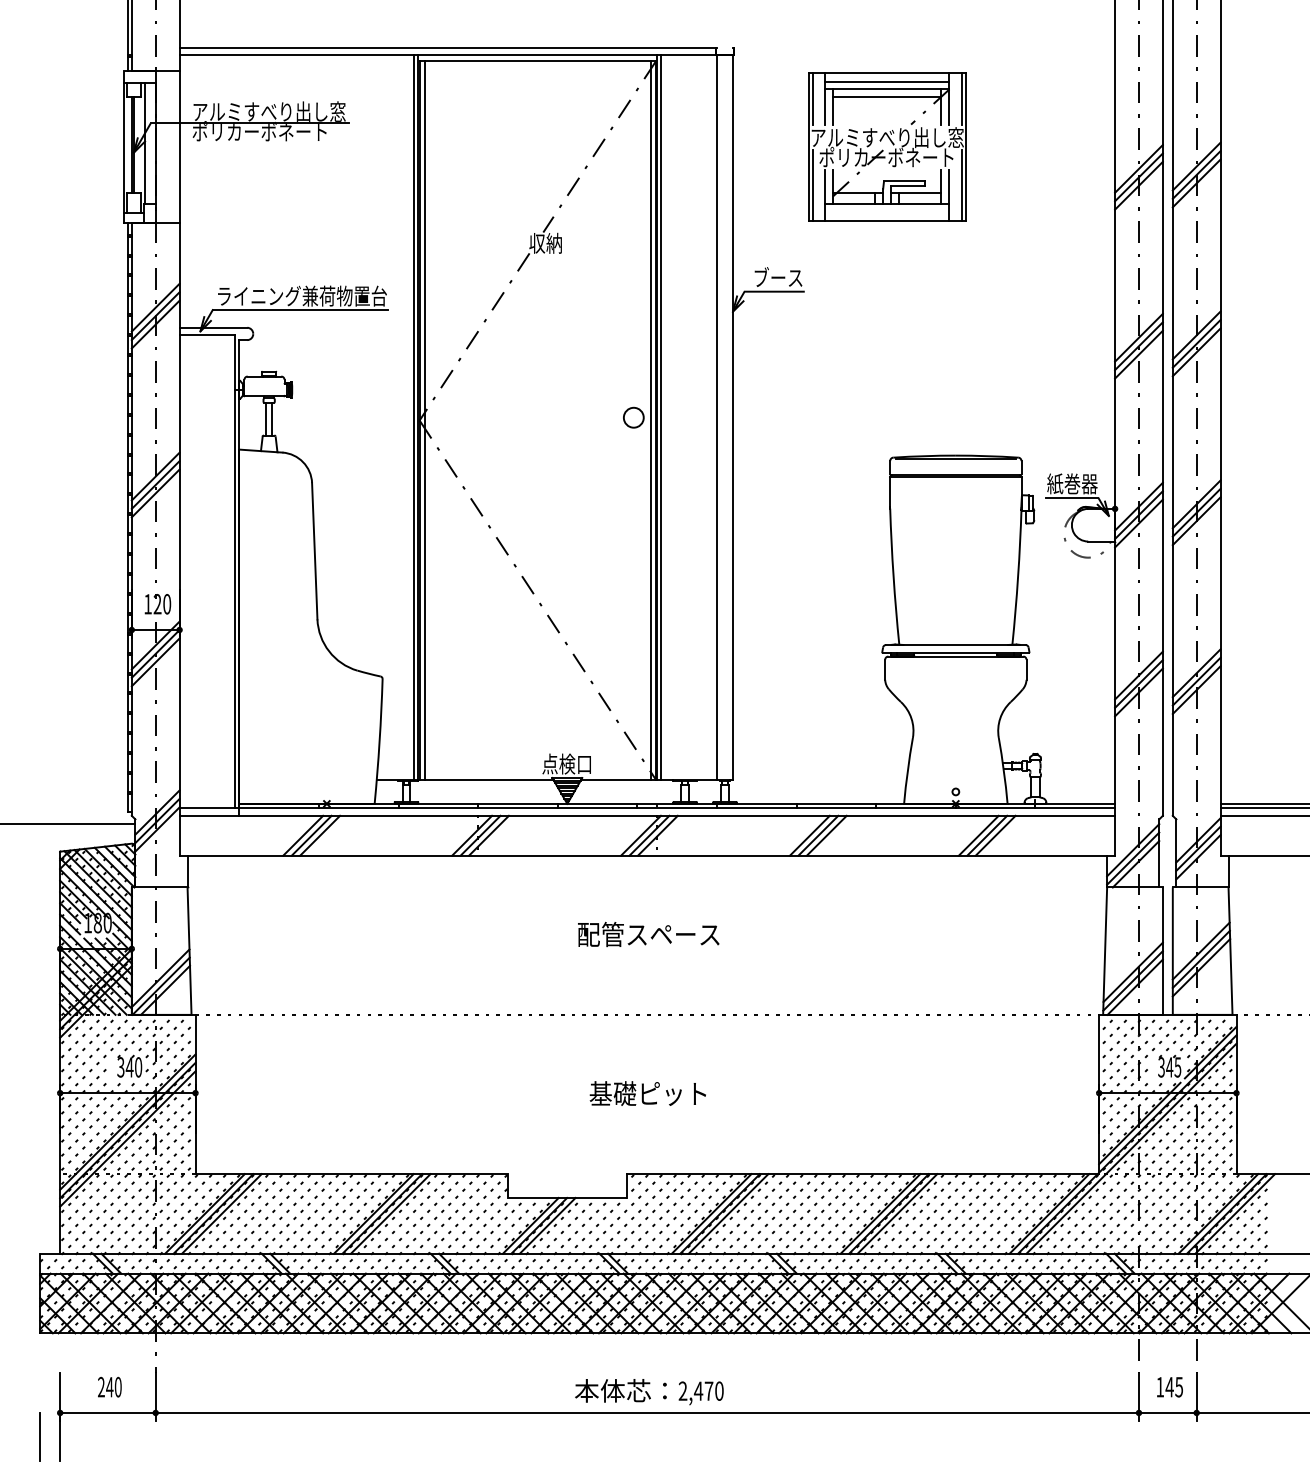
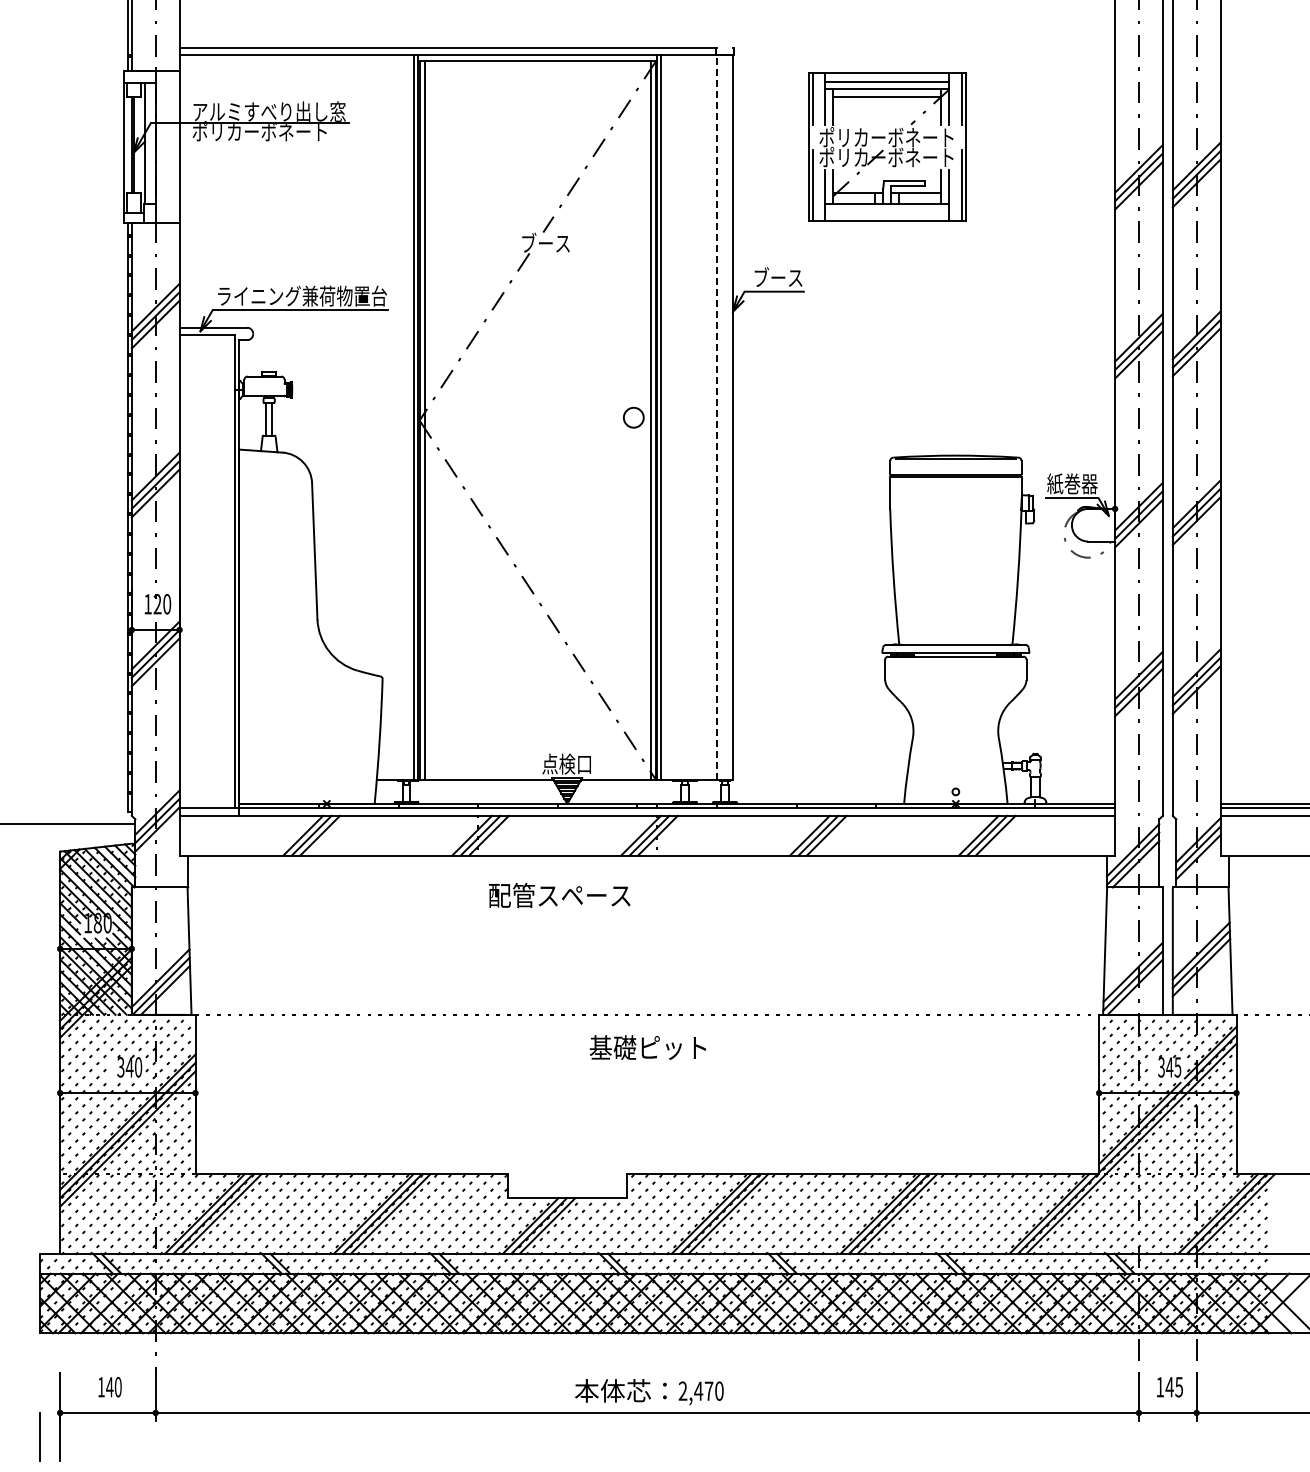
text at (887, 137): アルミすべり出し窓 -> ポリカーボネート
text at (545, 242): 収納 -> ブース
line at (717, 417): solid -> dashed
text at (648, 934) position: (648, 934) -> (559, 895)
text at (647, 1093) position: (647, 1093) -> (647, 1047)
text at (101, 1386): 240 -> 140
